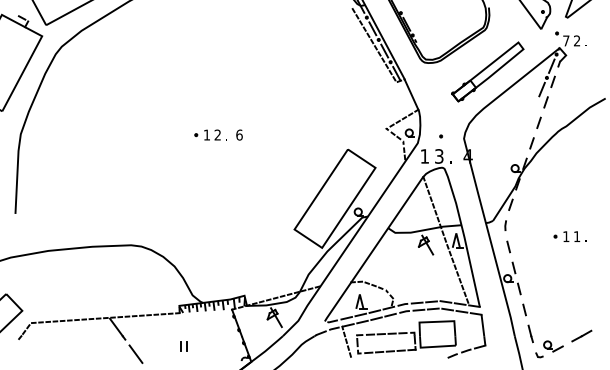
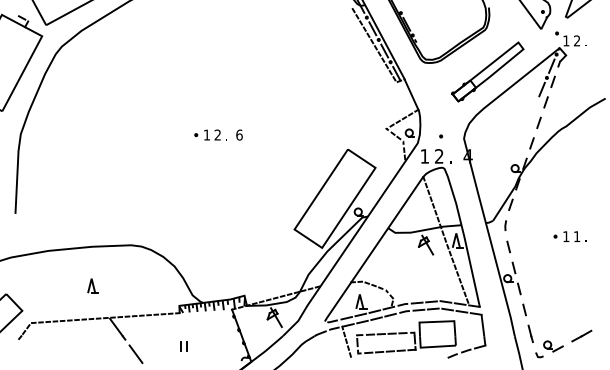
text at (566, 40): 7 -> 1
text at (439, 156): 3 -> 2
part at (92, 285): none -> present
